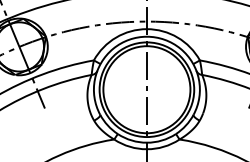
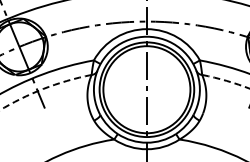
arc at (226, 80): solid -> dashed
arc at (43, 89): solid -> dashed
